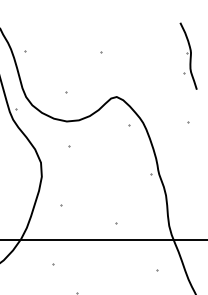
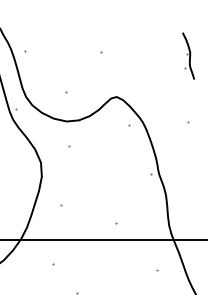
part at (188, 55) size: 19x68 px -> 13x48 px
